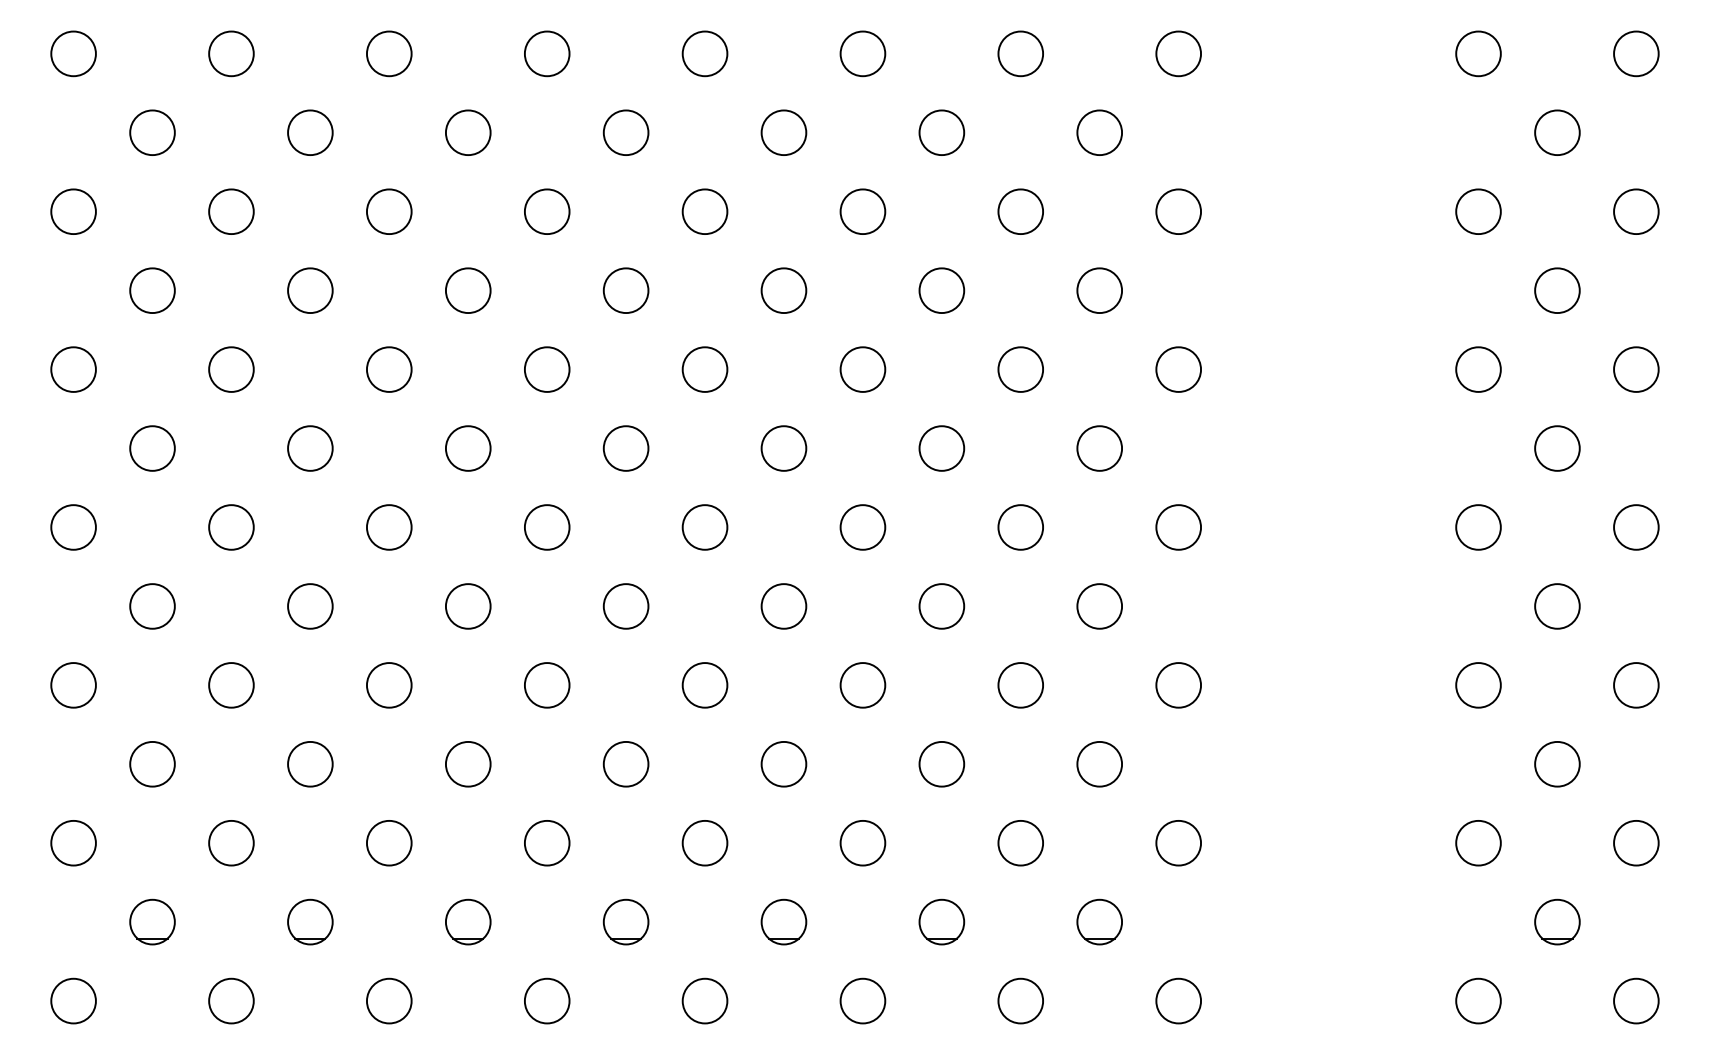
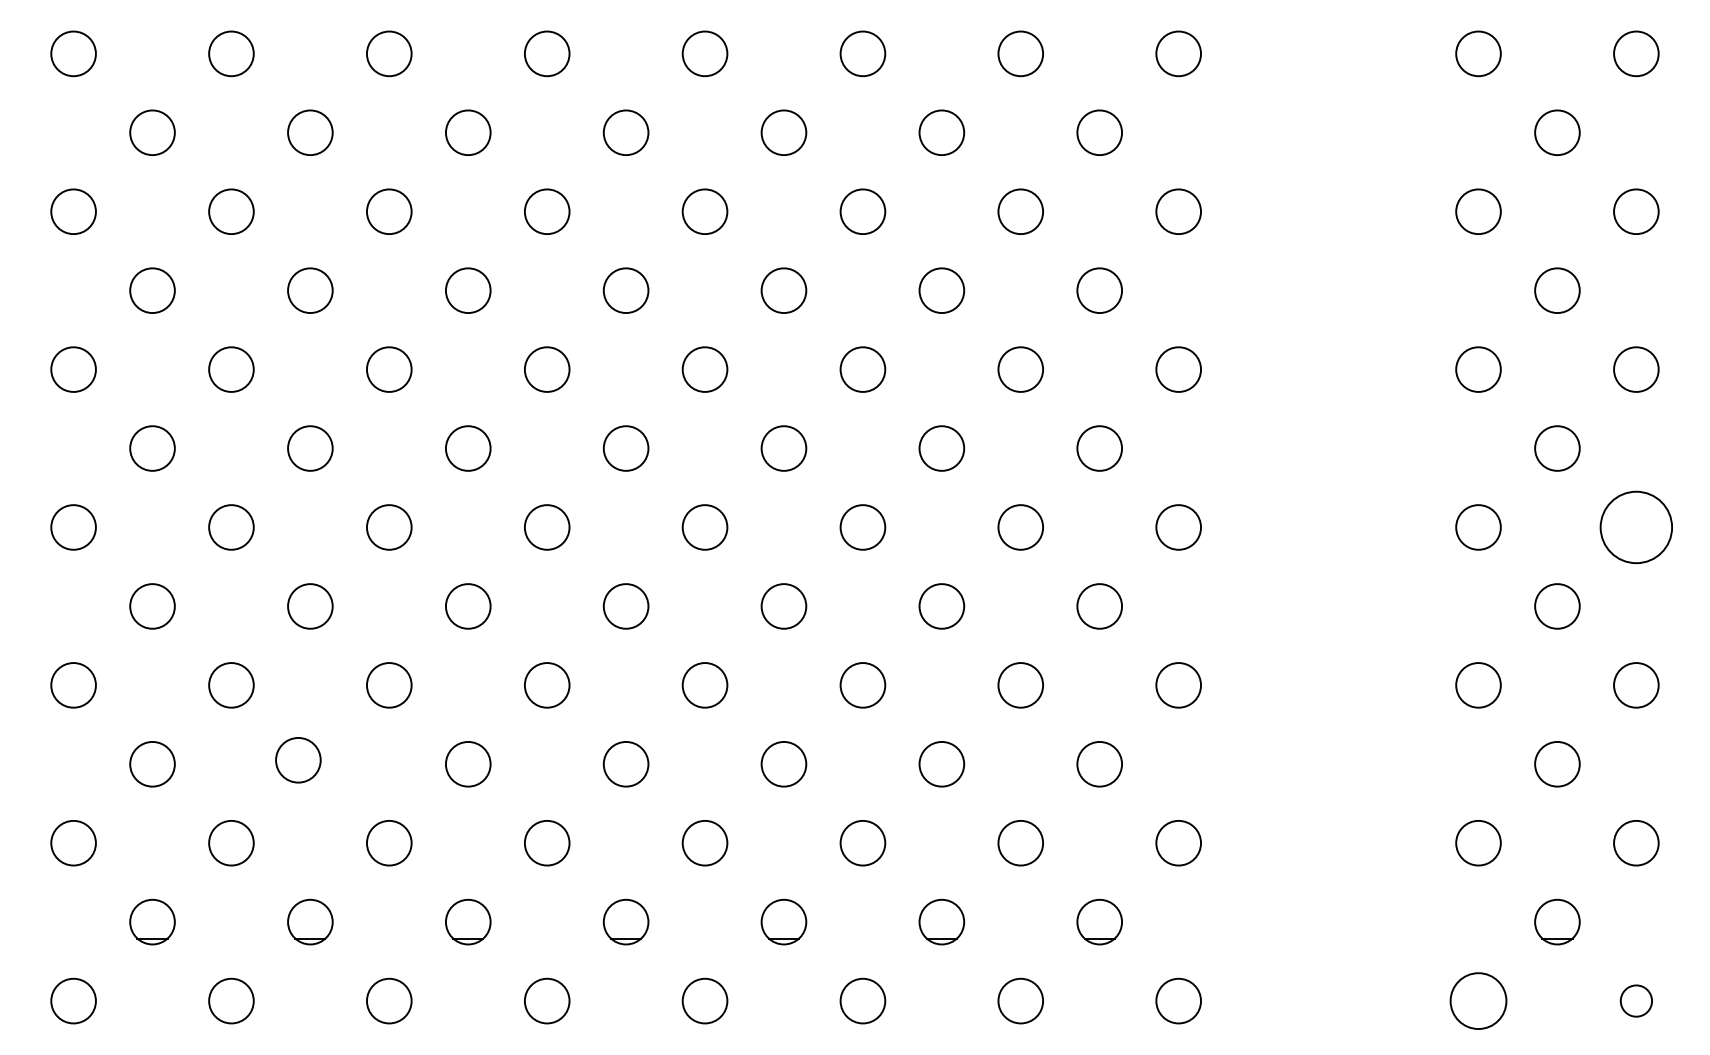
circle at (1636, 527) diameter: 45 px -> 71 px
circle at (310, 764) position: (310, 764) -> (298, 760)
circle at (1478, 1000) diameter: 45 px -> 56 px
circle at (1636, 1000) size: 47x48 px -> 34x34 px
